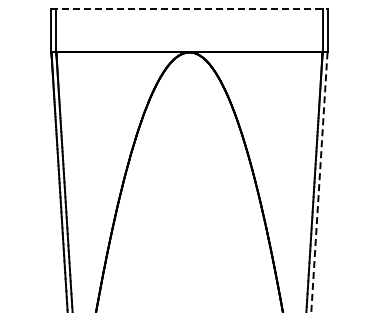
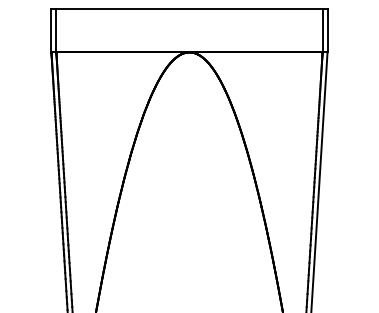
line at (189, 9): dashed -> solid
line at (319, 183): dashed -> solid
